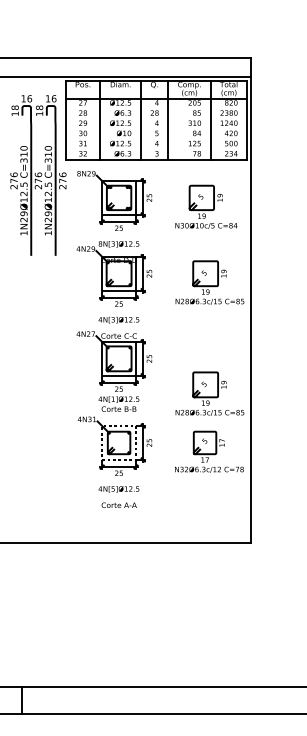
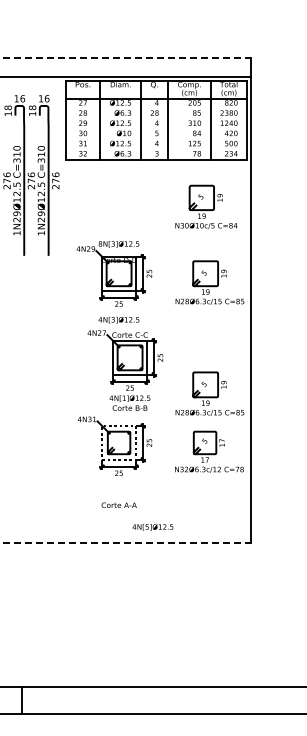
line at (126, 58): solid -> dashed
part at (38, 175) position: (38, 175) -> (31, 175)
part at (114, 200): present -> none
part at (114, 371) position: (114, 371) -> (125, 370)
text at (118, 489) position: (118, 489) -> (152, 527)
line at (126, 543): solid -> dashed
